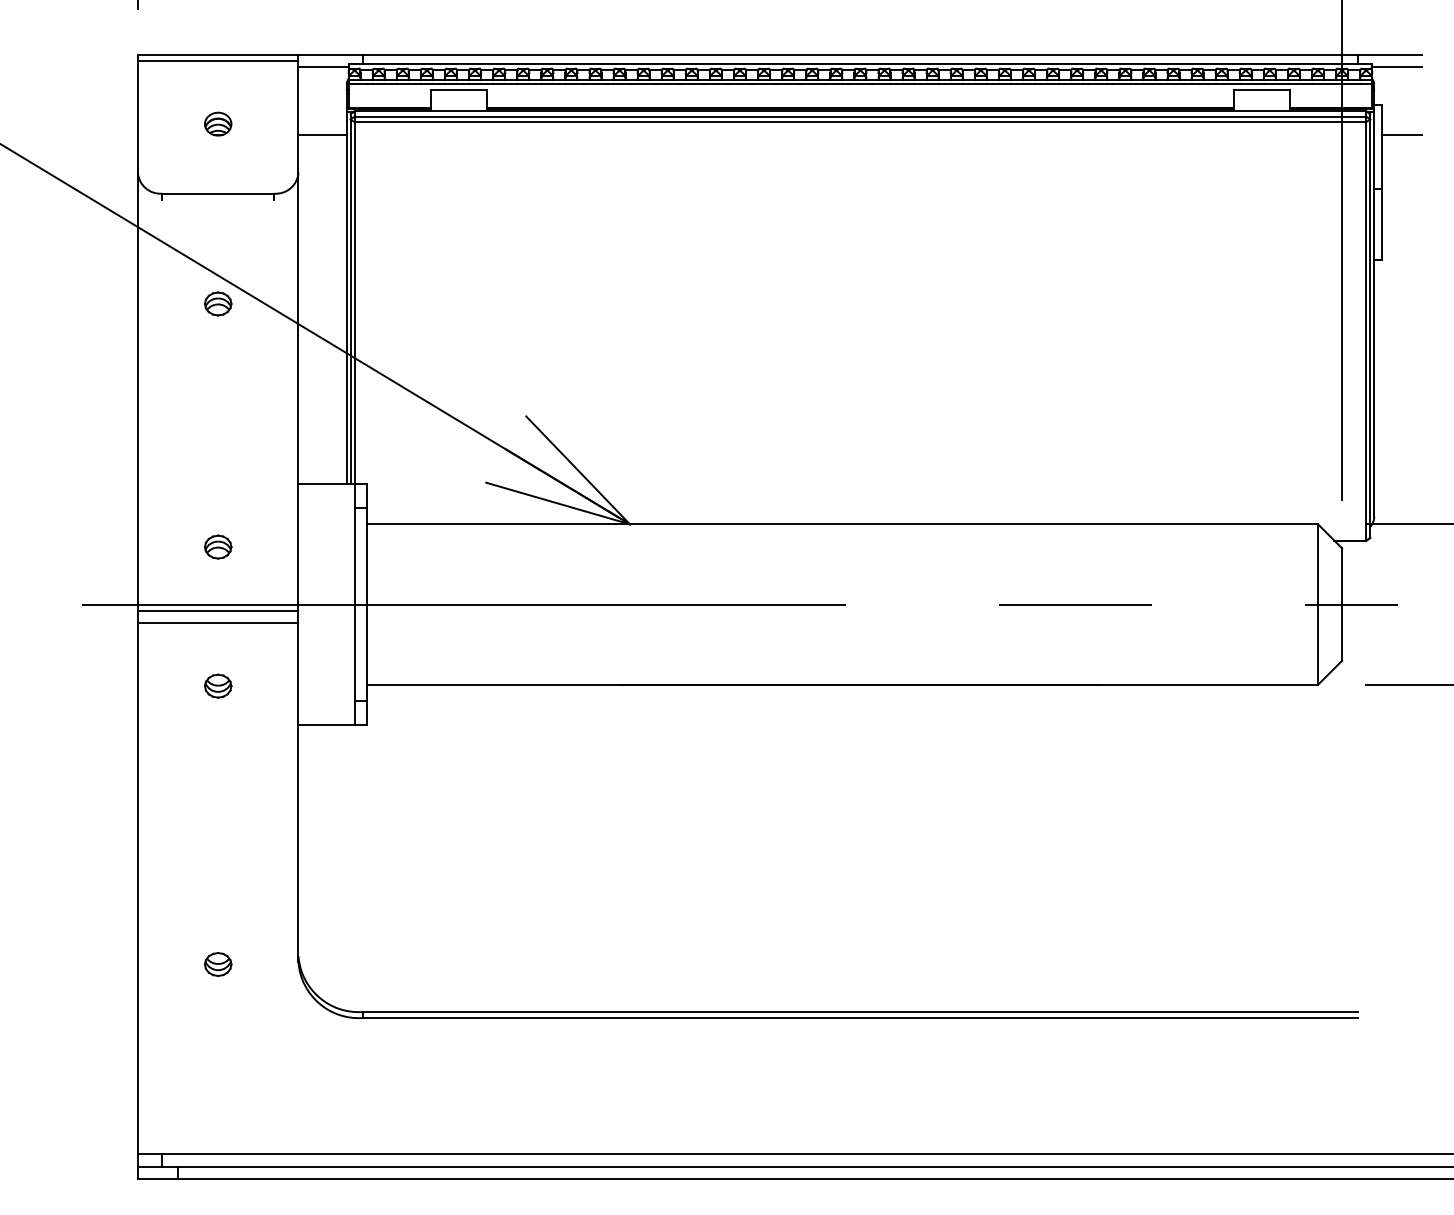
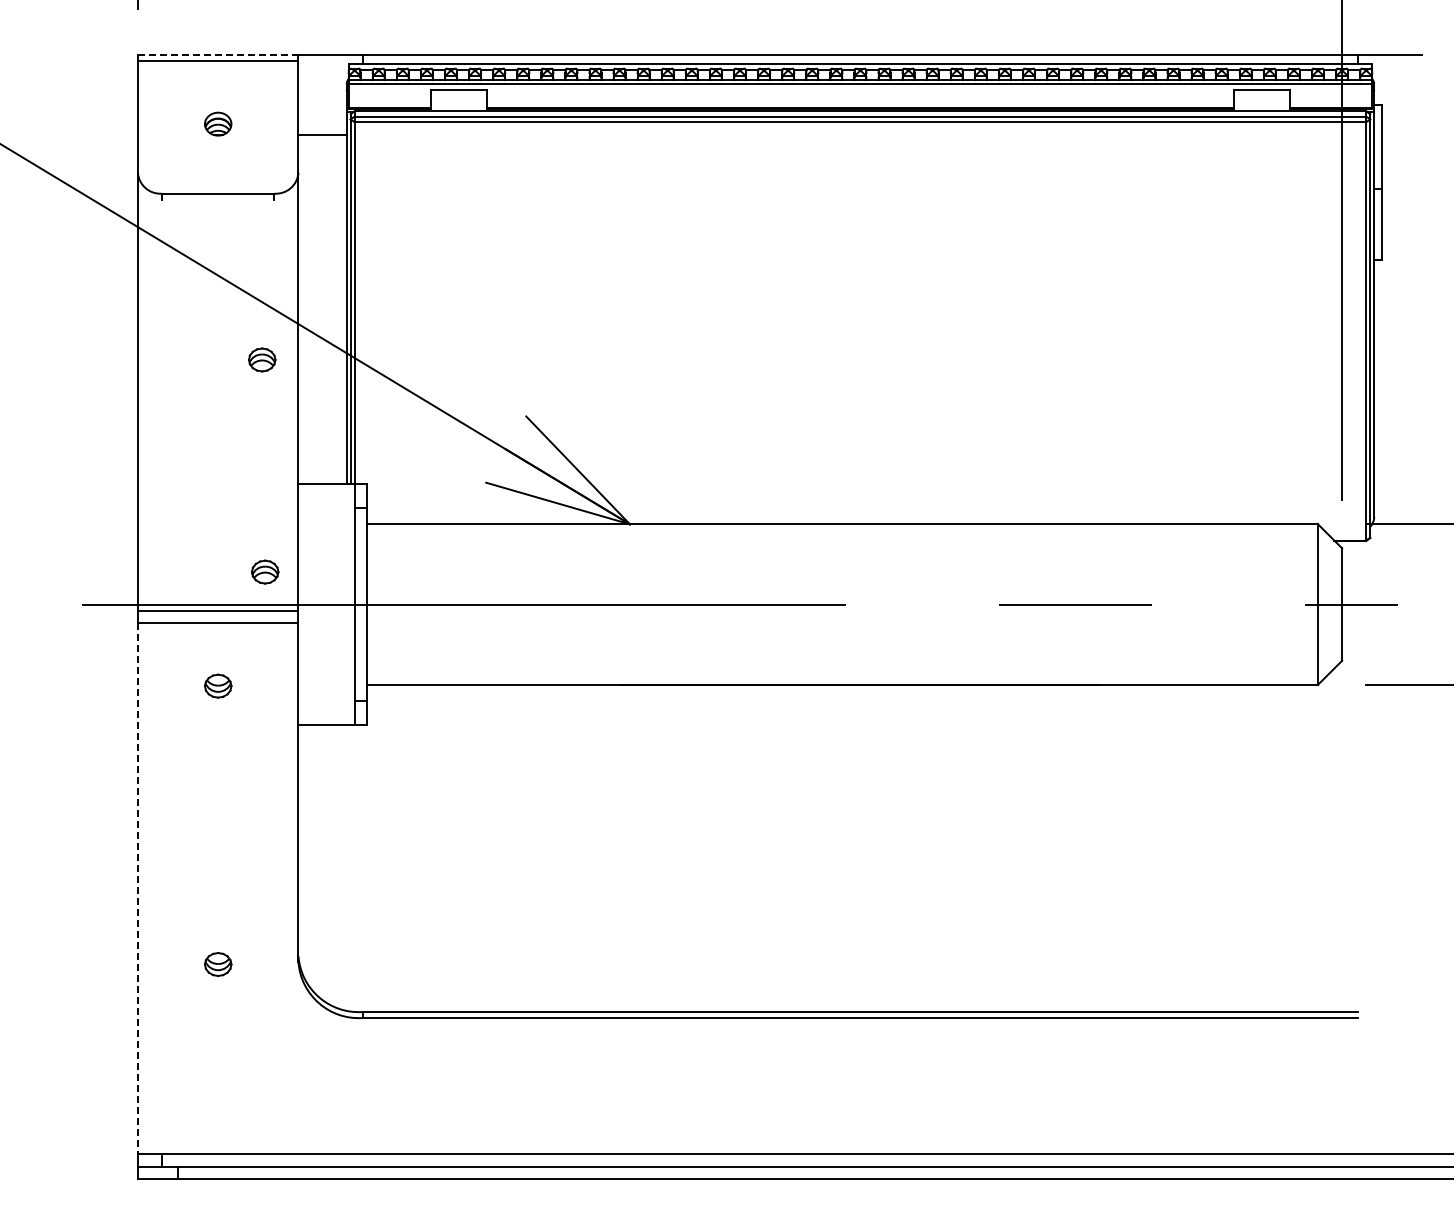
line at (218, 54): solid -> dashed
line at (323, 66): present -> none
line at (1397, 66): present -> none
line at (1402, 134): present -> none
part at (218, 303) position: (218, 303) -> (262, 359)
part at (218, 546) position: (218, 546) -> (265, 571)
line at (137, 888): solid -> dashed
